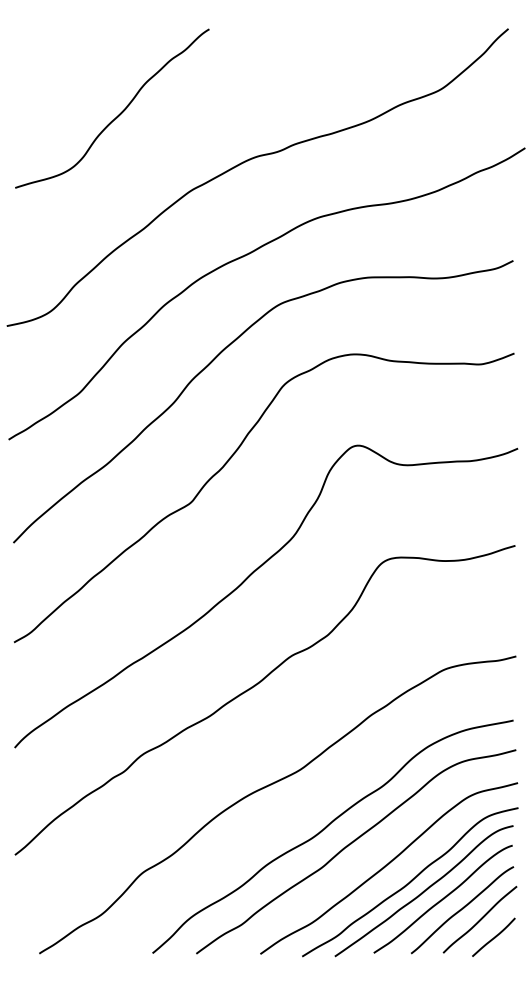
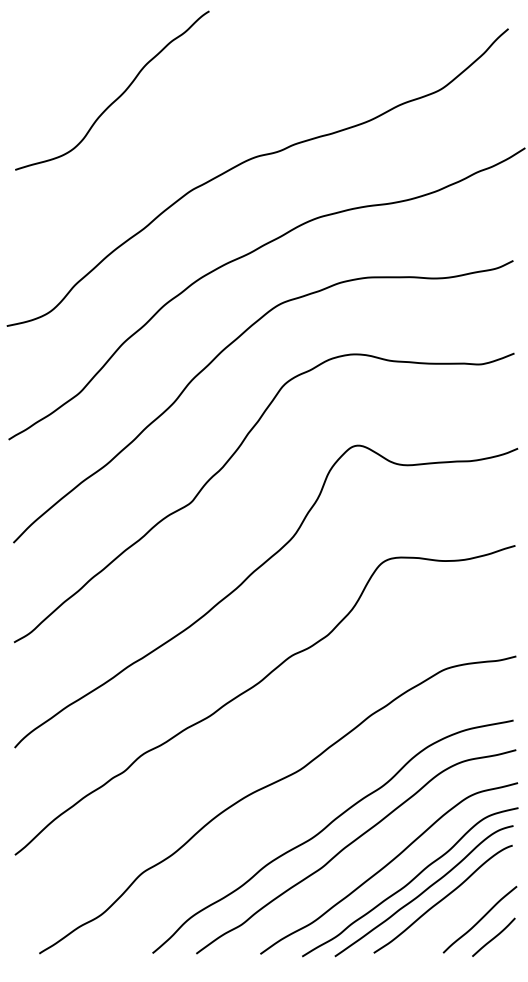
curve at (118, 114) position: (118, 114) -> (118, 96)
curve at (462, 909): present -> none
